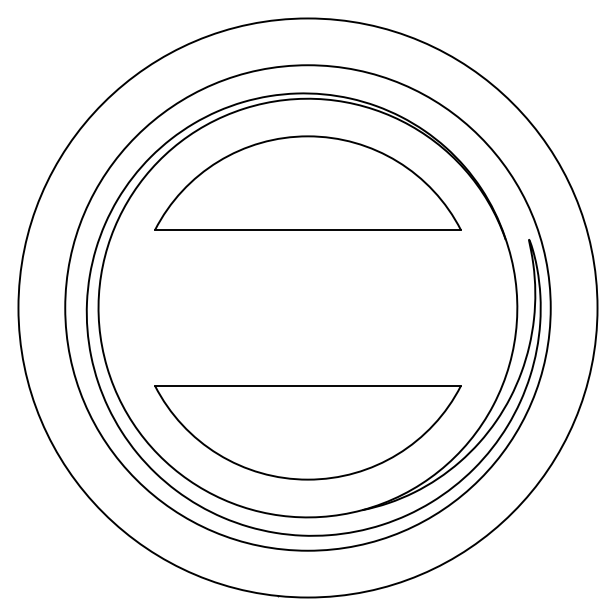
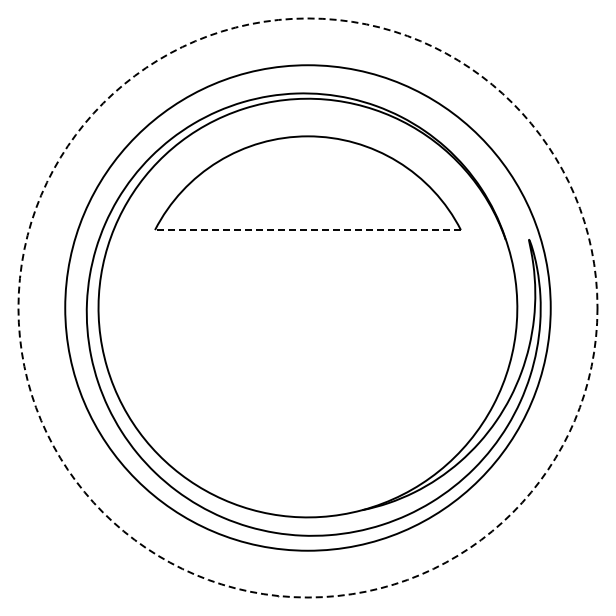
line at (307, 230): solid -> dashed
circle at (307, 307): solid -> dashed
part at (307, 432): present -> none
